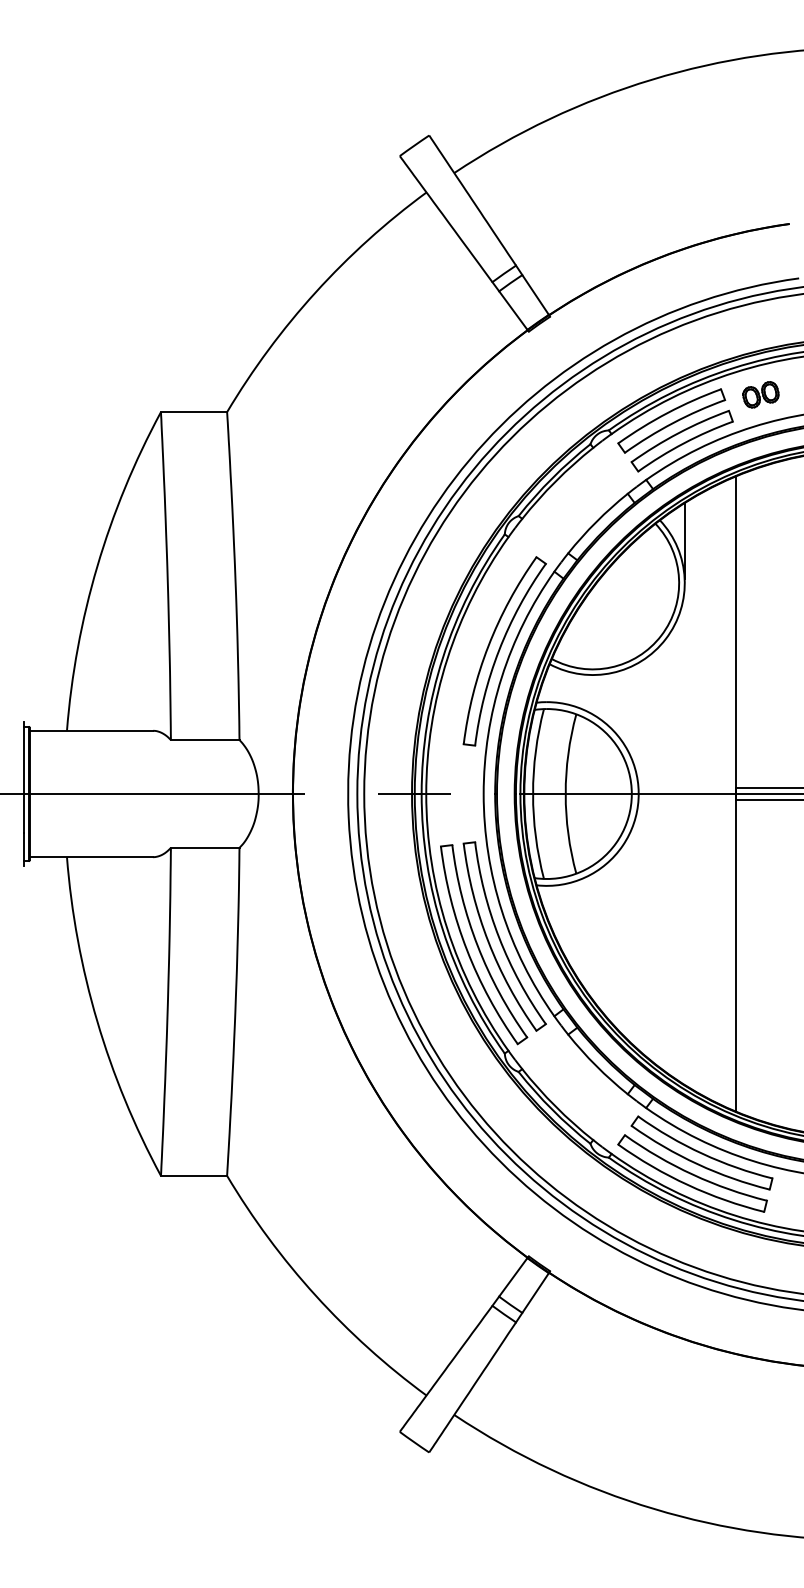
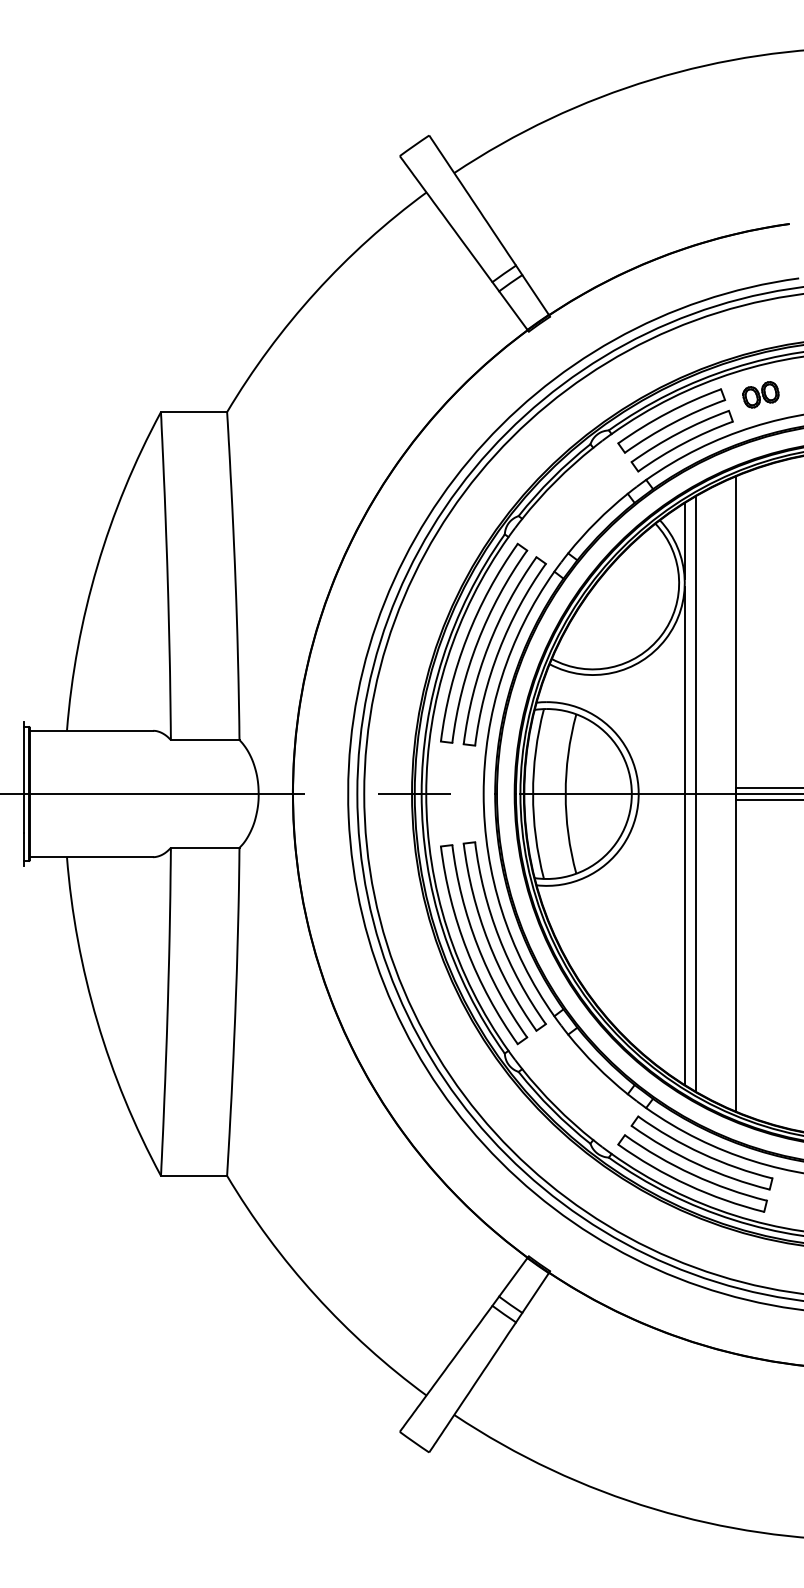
part at (484, 642): none -> present
line at (696, 793): none -> present
line at (684, 835): none -> present
